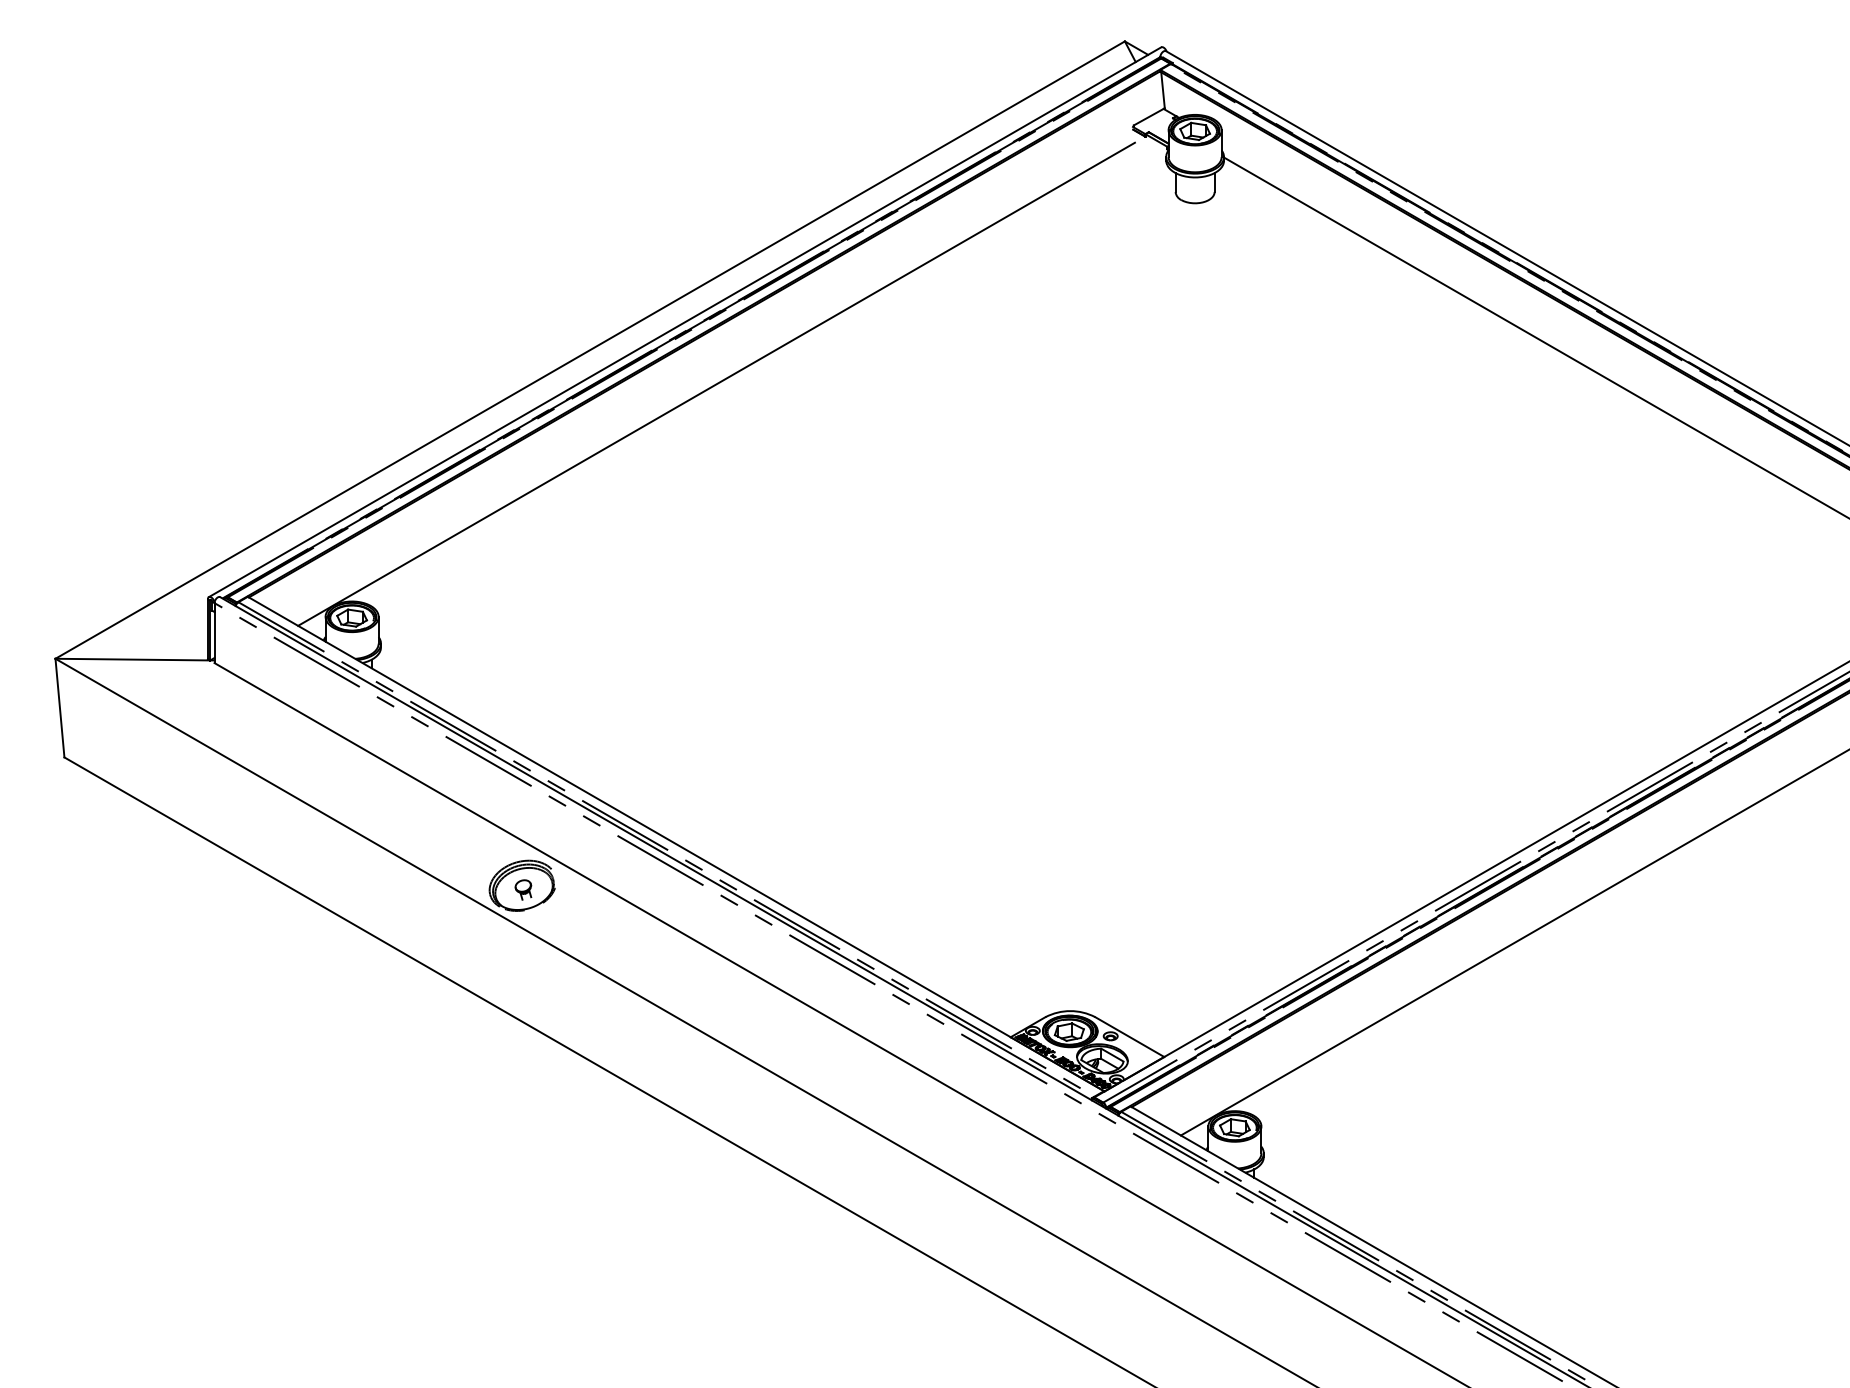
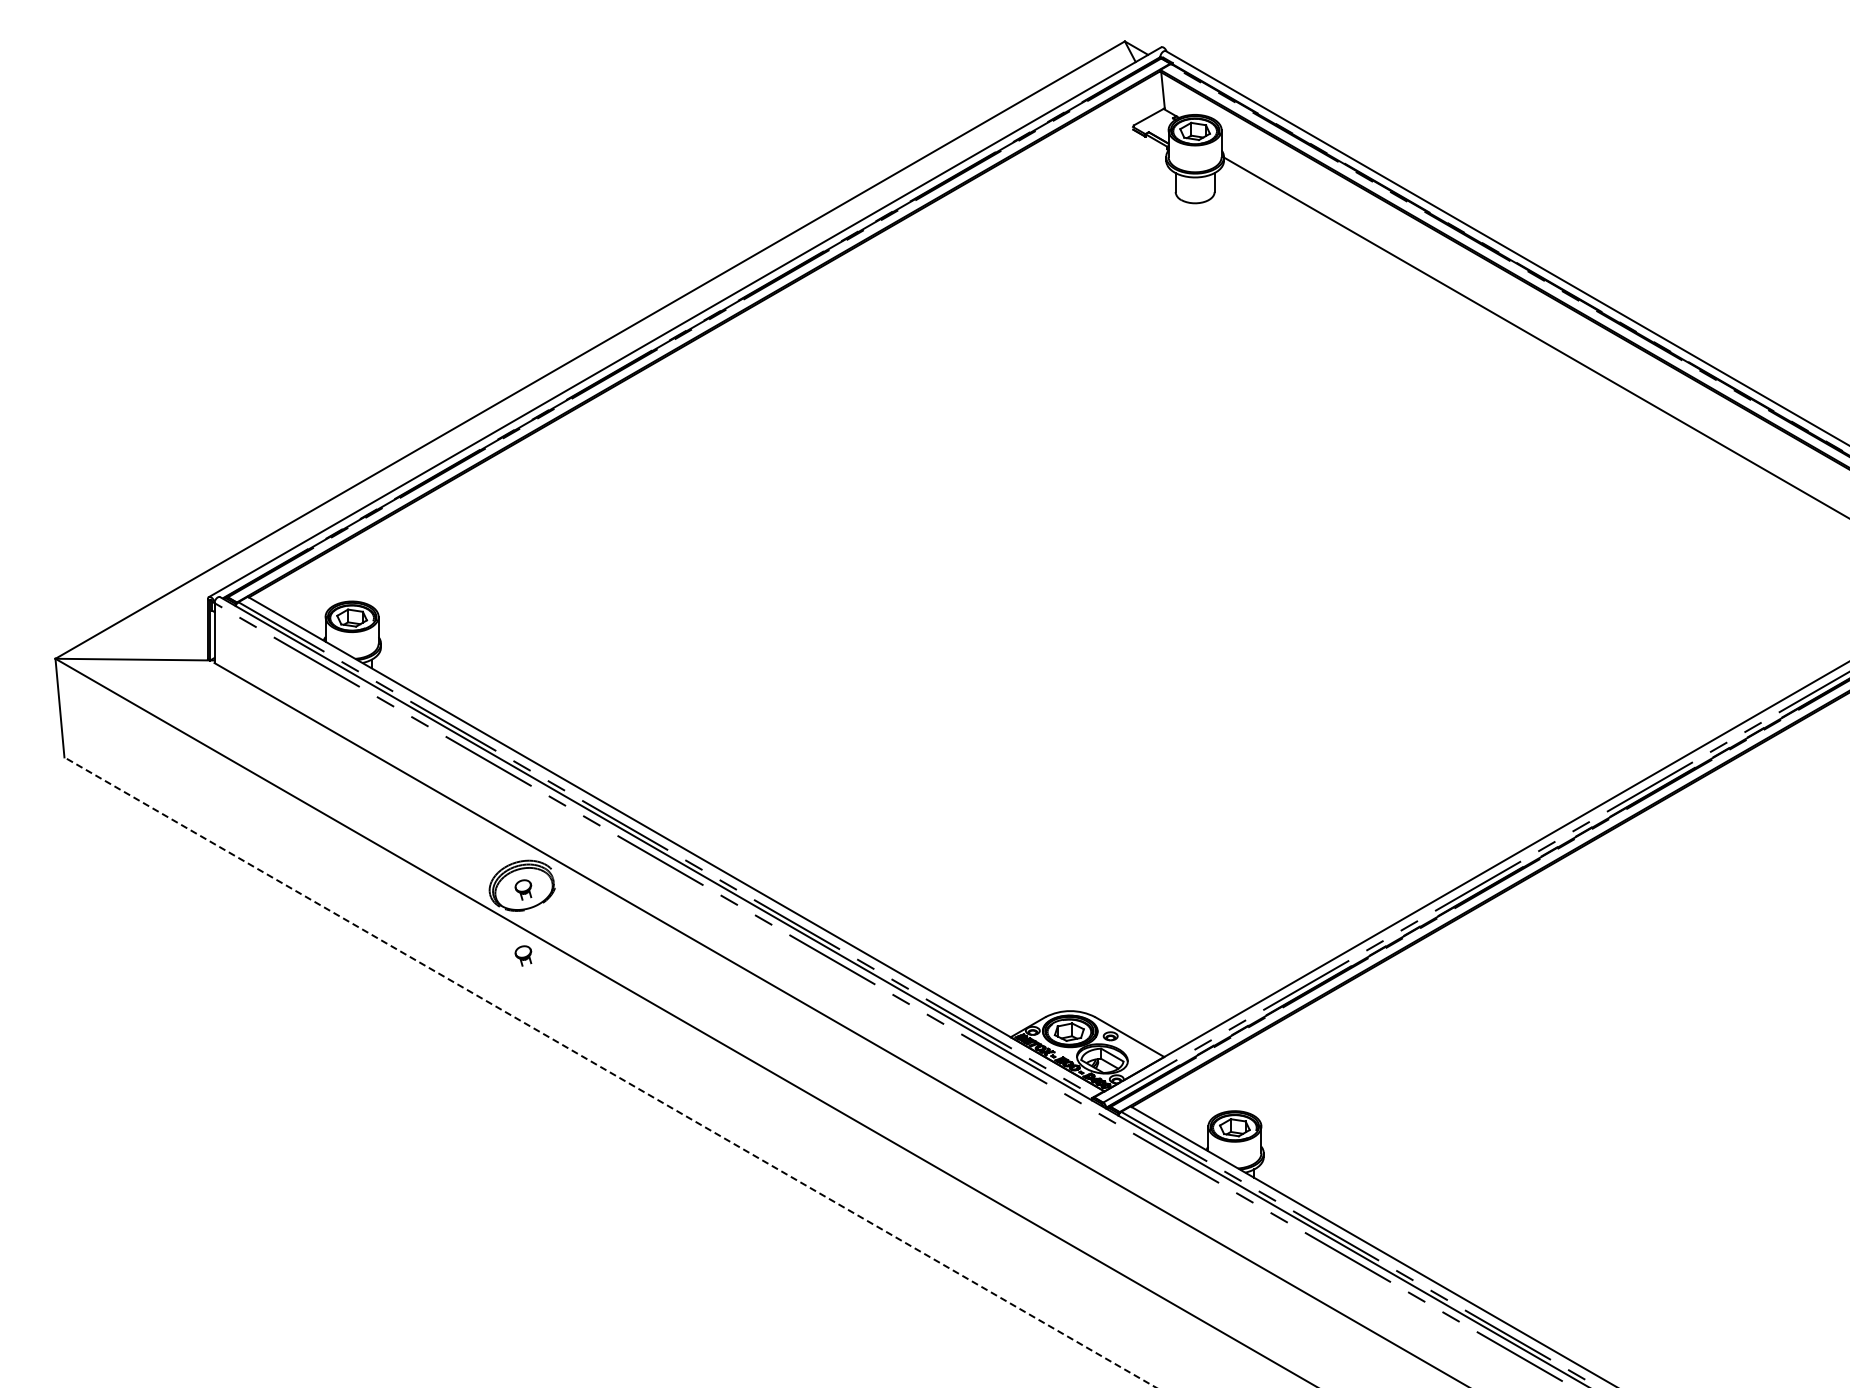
line at (716, 383): present -> none
line at (1513, 943): present -> none
part at (523, 955): none -> present
line at (610, 1072): solid -> dashed
